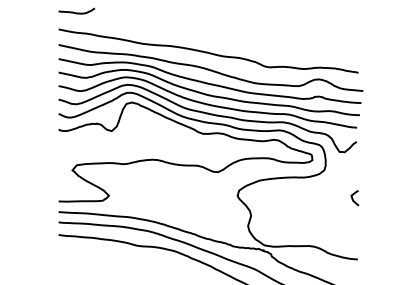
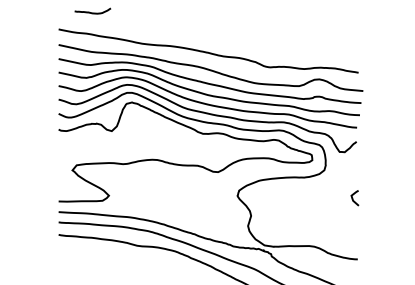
curve at (76, 12) position: (76, 12) -> (92, 12)
